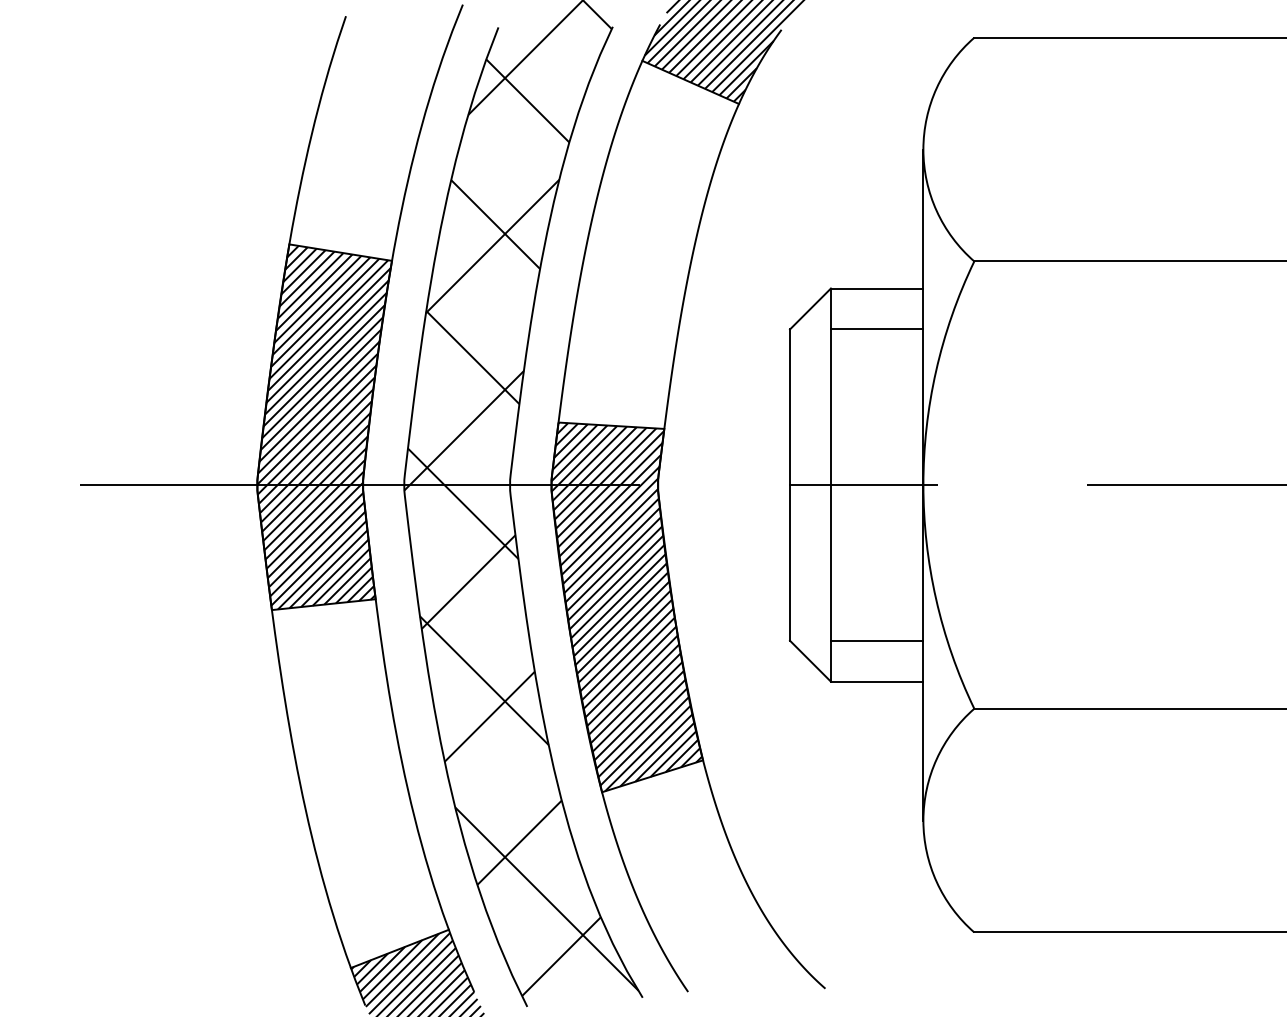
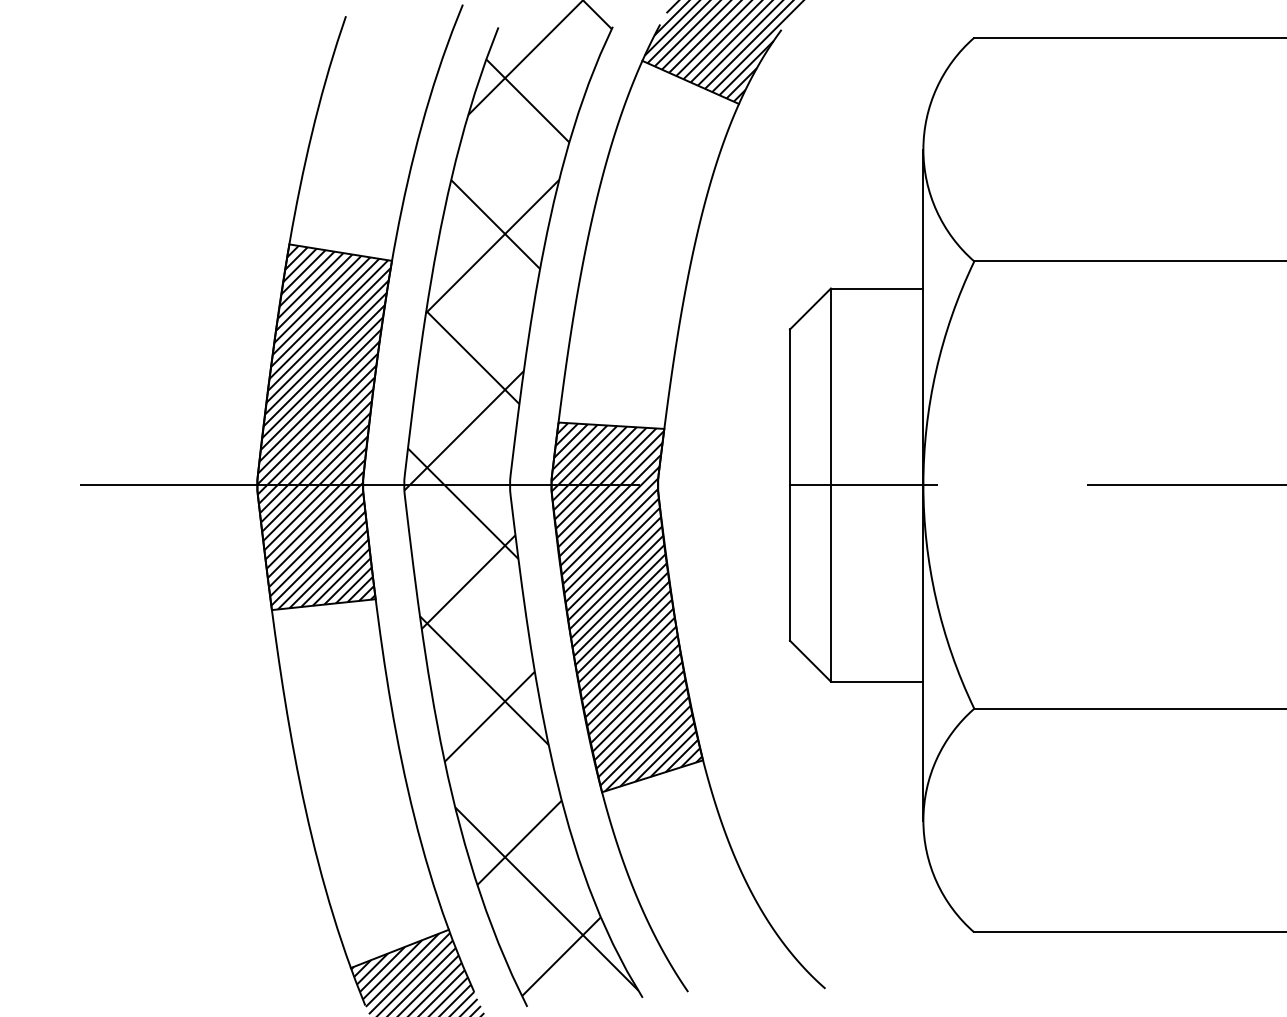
line at (876, 329): present -> none
line at (876, 640): present -> none
